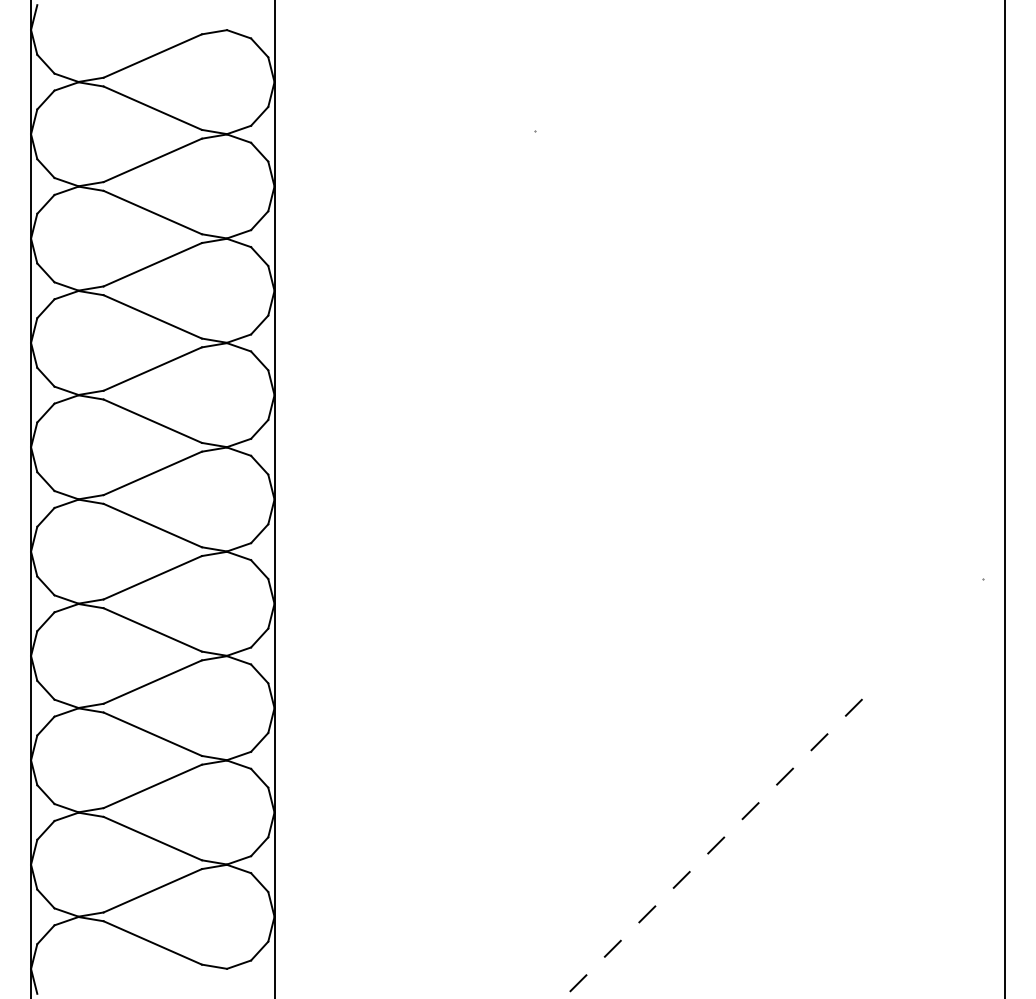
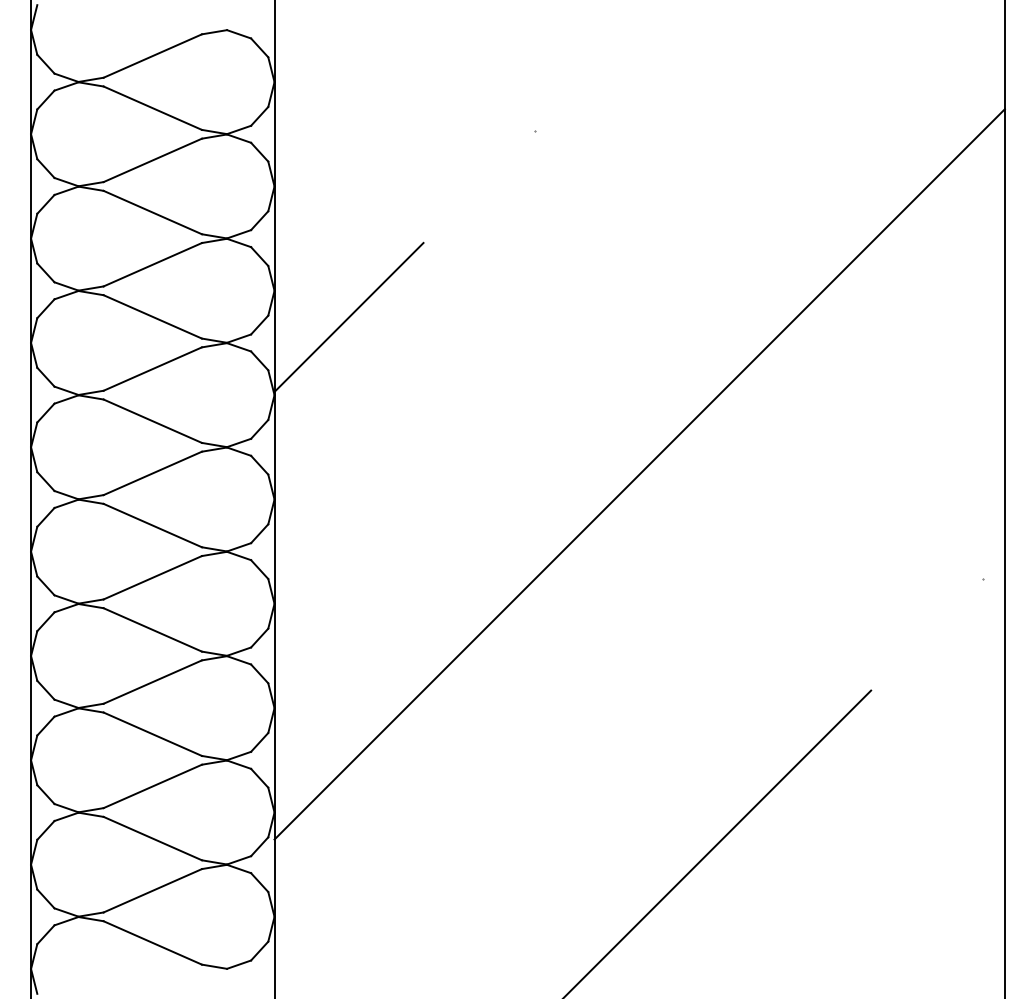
line at (348, 316): none -> present
line at (639, 474): none -> present
line at (717, 844): dashed -> solid
